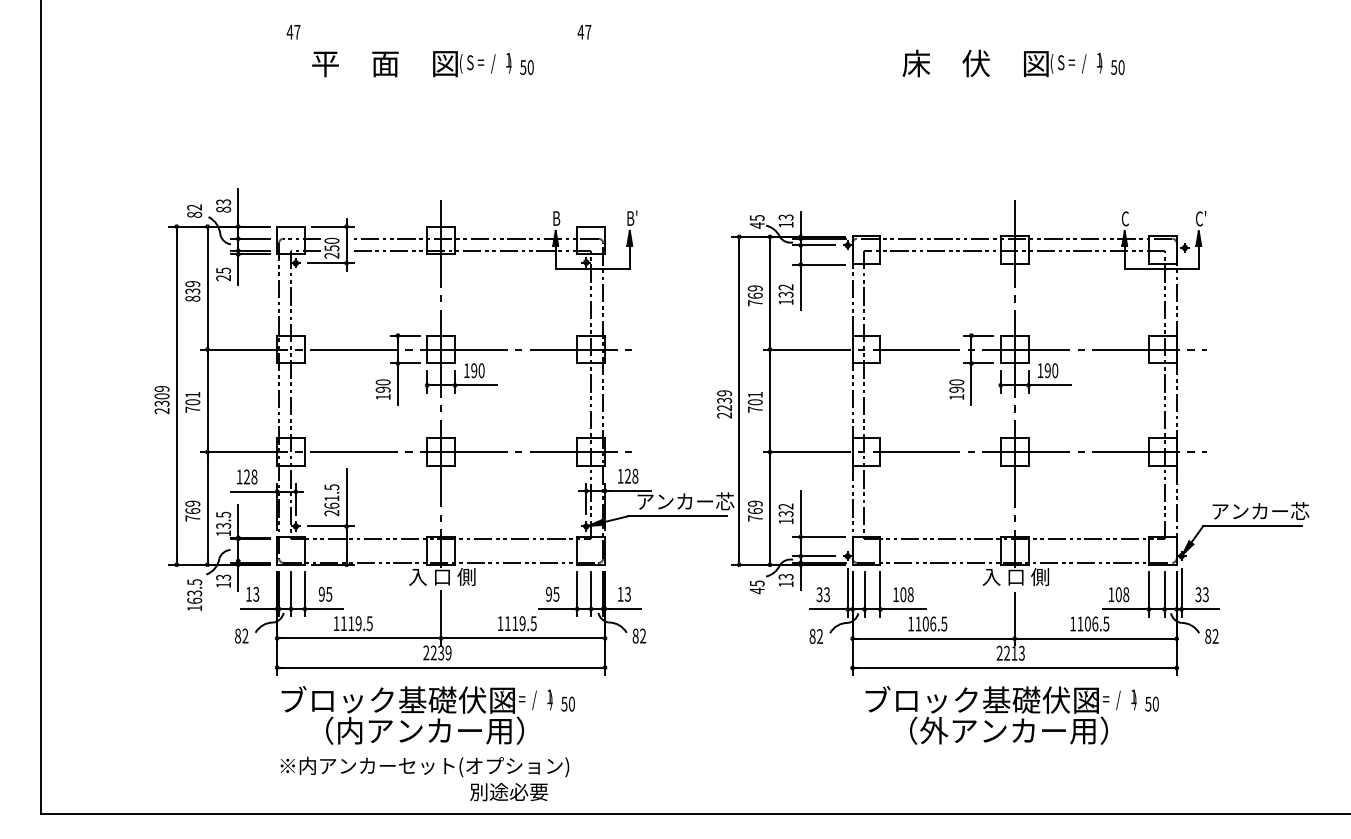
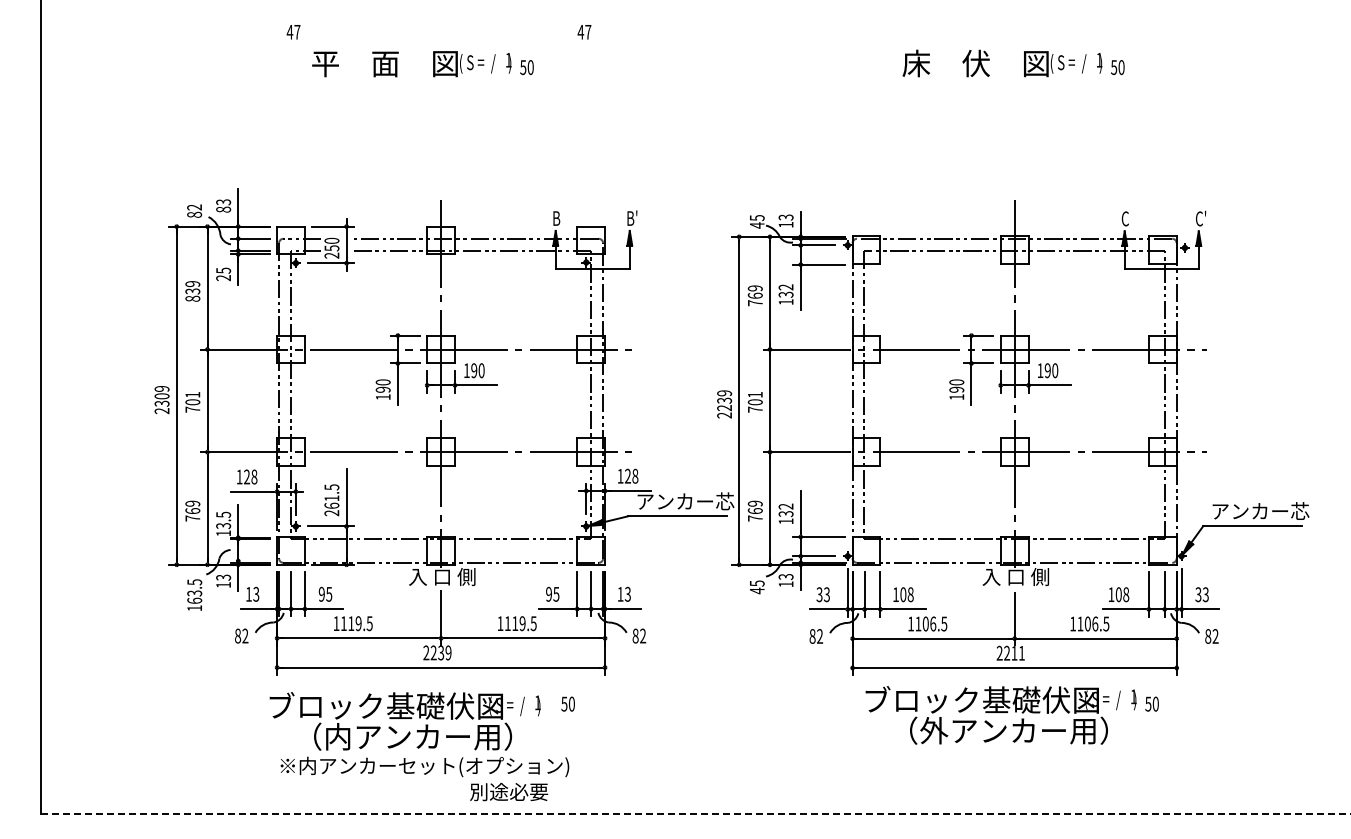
text at (1021, 652): 2213 -> 2211
text at (416, 715) position: (416, 715) -> (404, 721)
line at (695, 814): solid -> dashed
